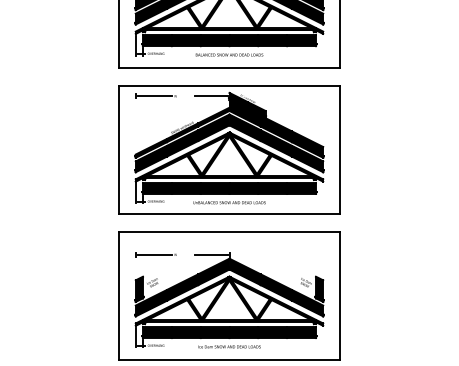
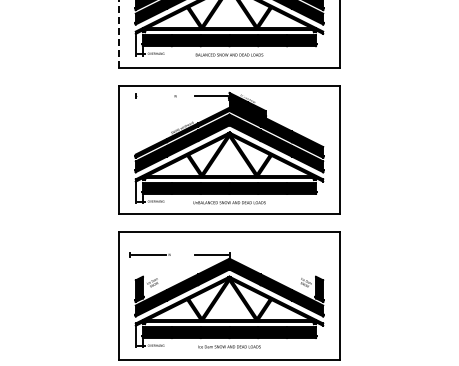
line at (118, 34): solid -> dashed
line at (154, 96): present -> none
part at (155, 254) position: (155, 254) -> (149, 254)
